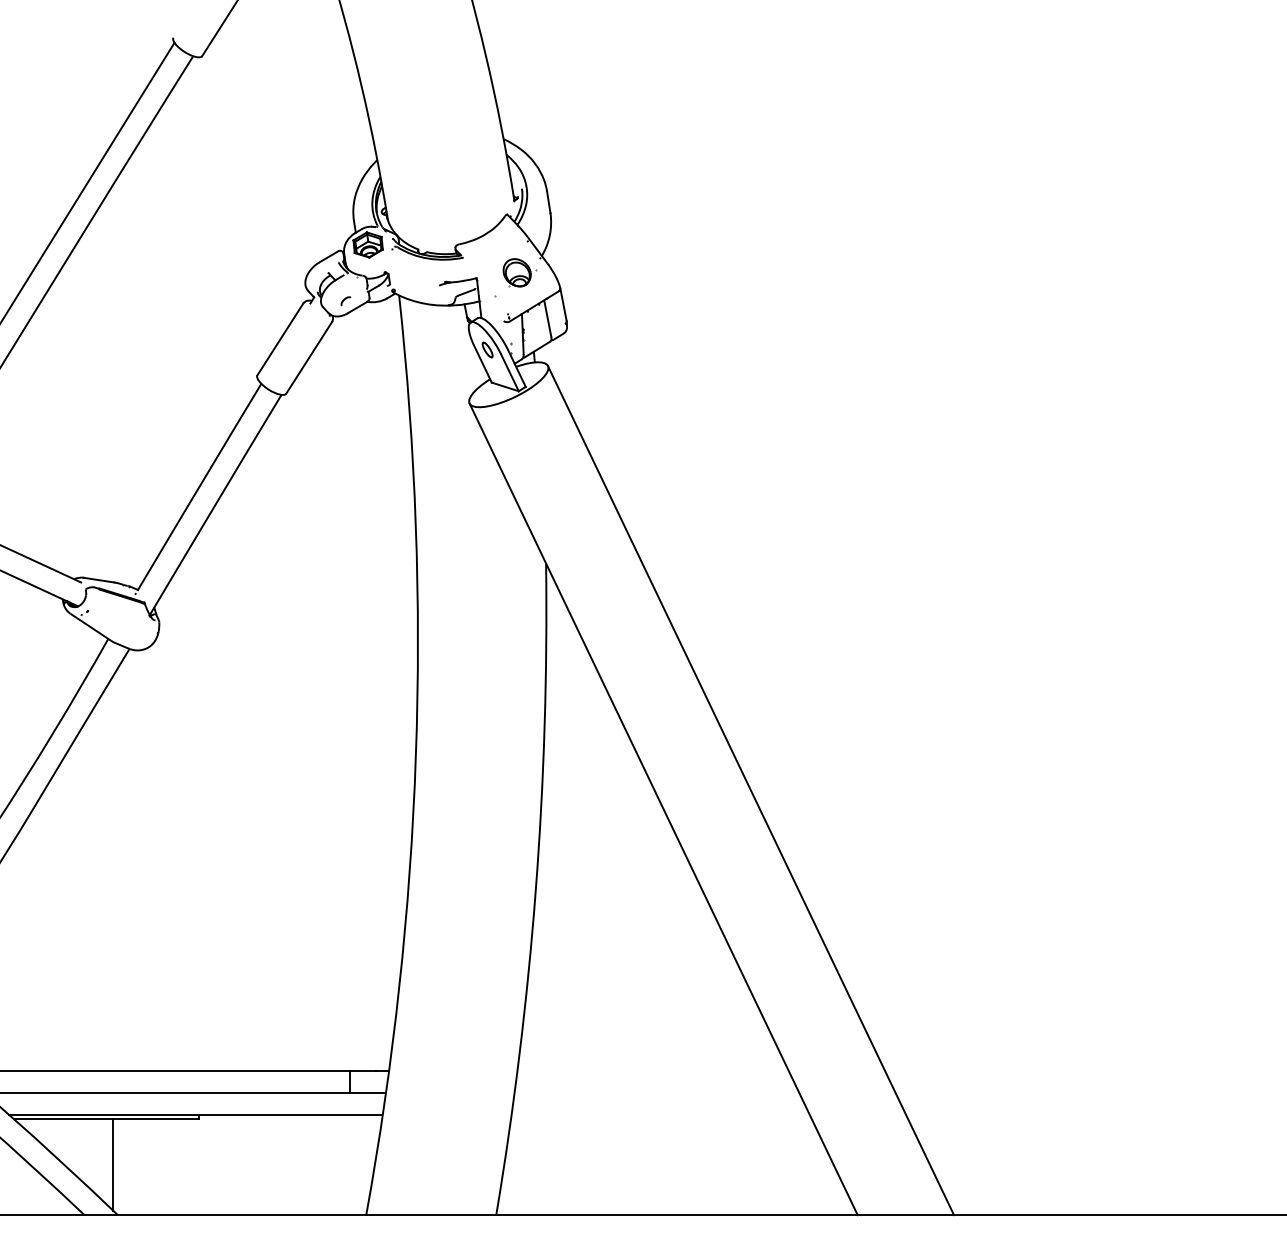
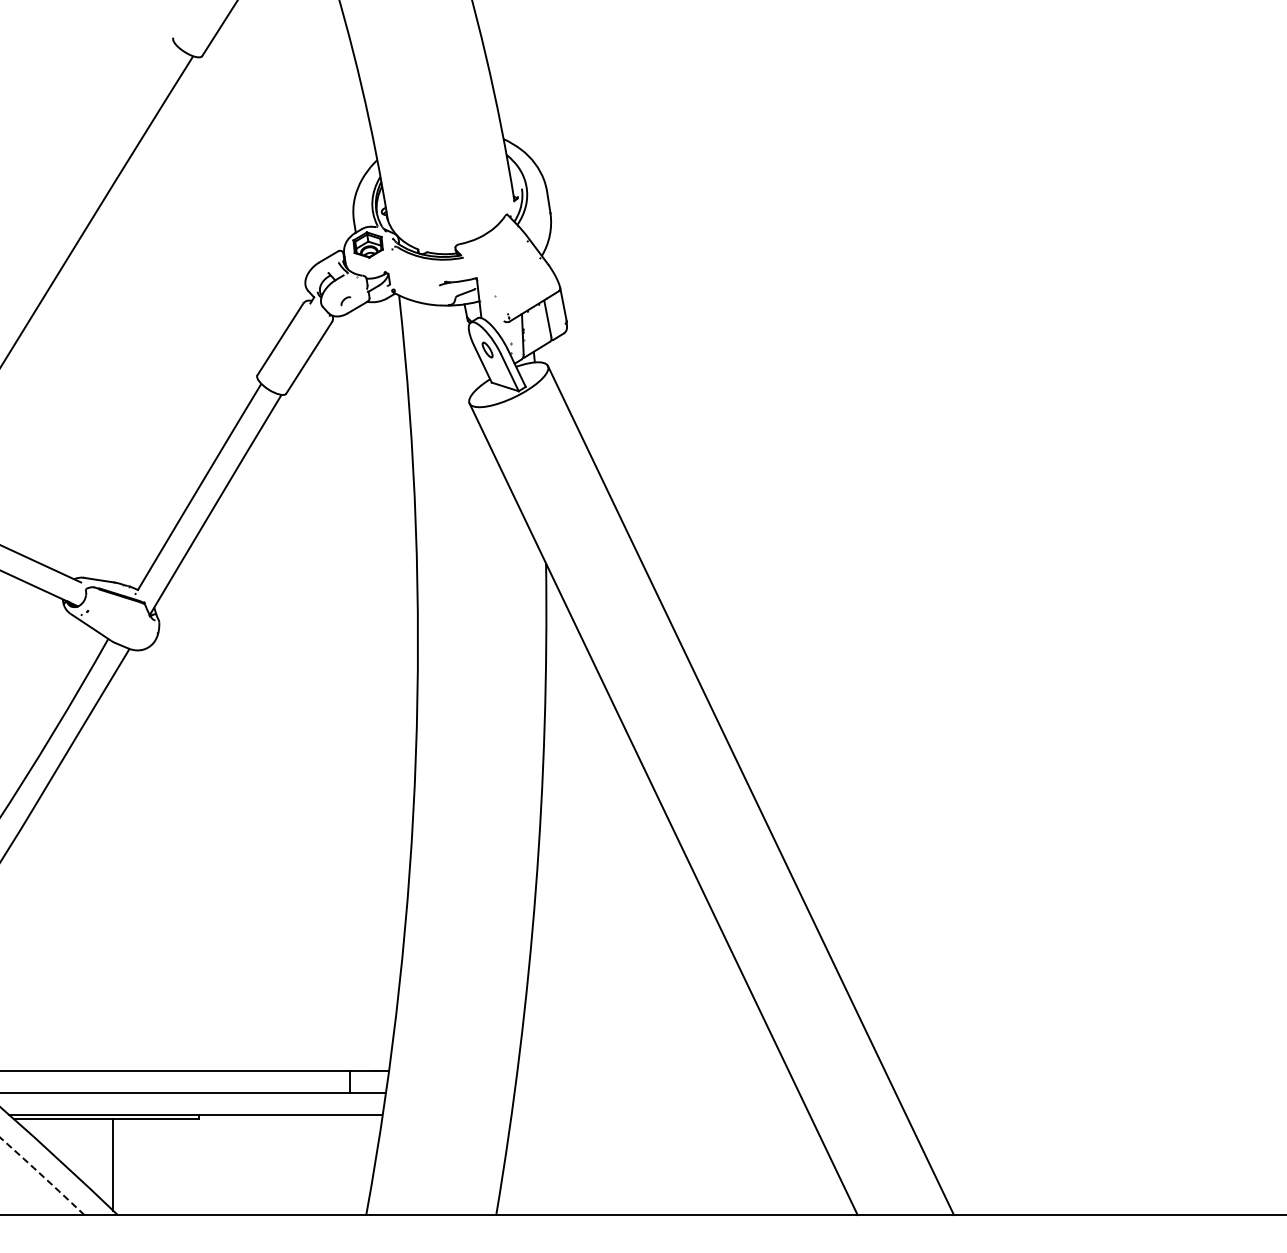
line at (88, 181): present -> none
part at (519, 272): present -> none
arc at (42, 1175): solid -> dashed
